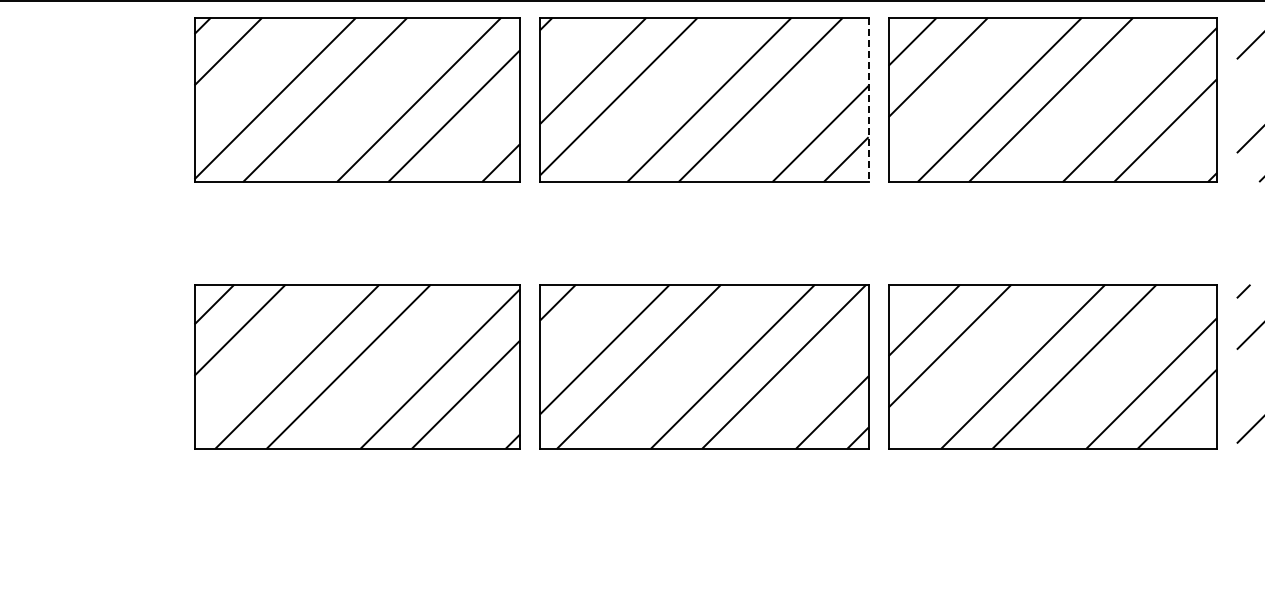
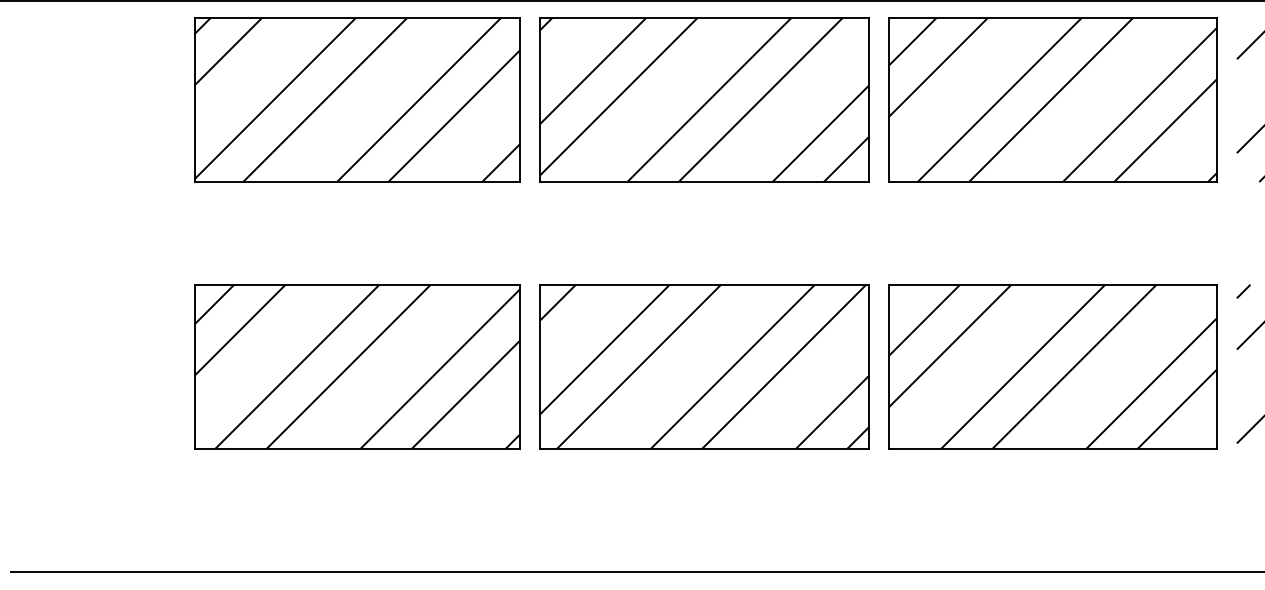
line at (868, 100): dashed -> solid
line at (635, 572): none -> present
